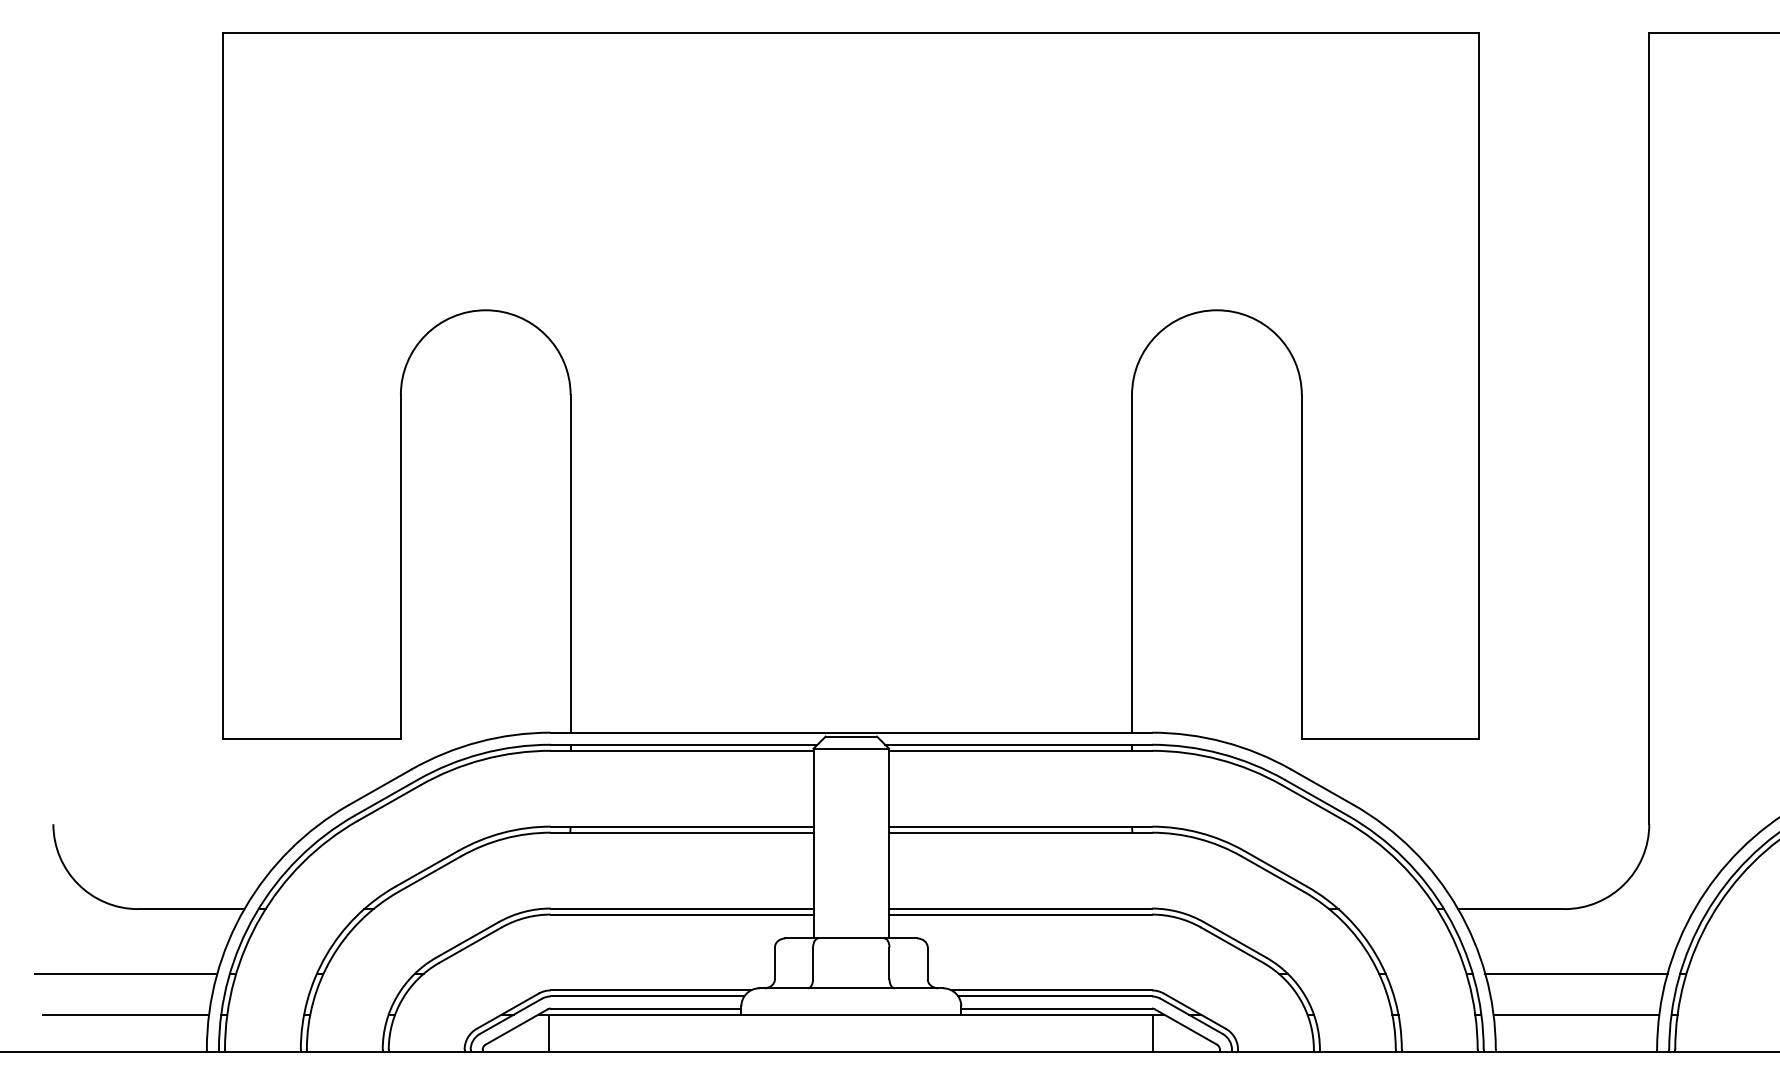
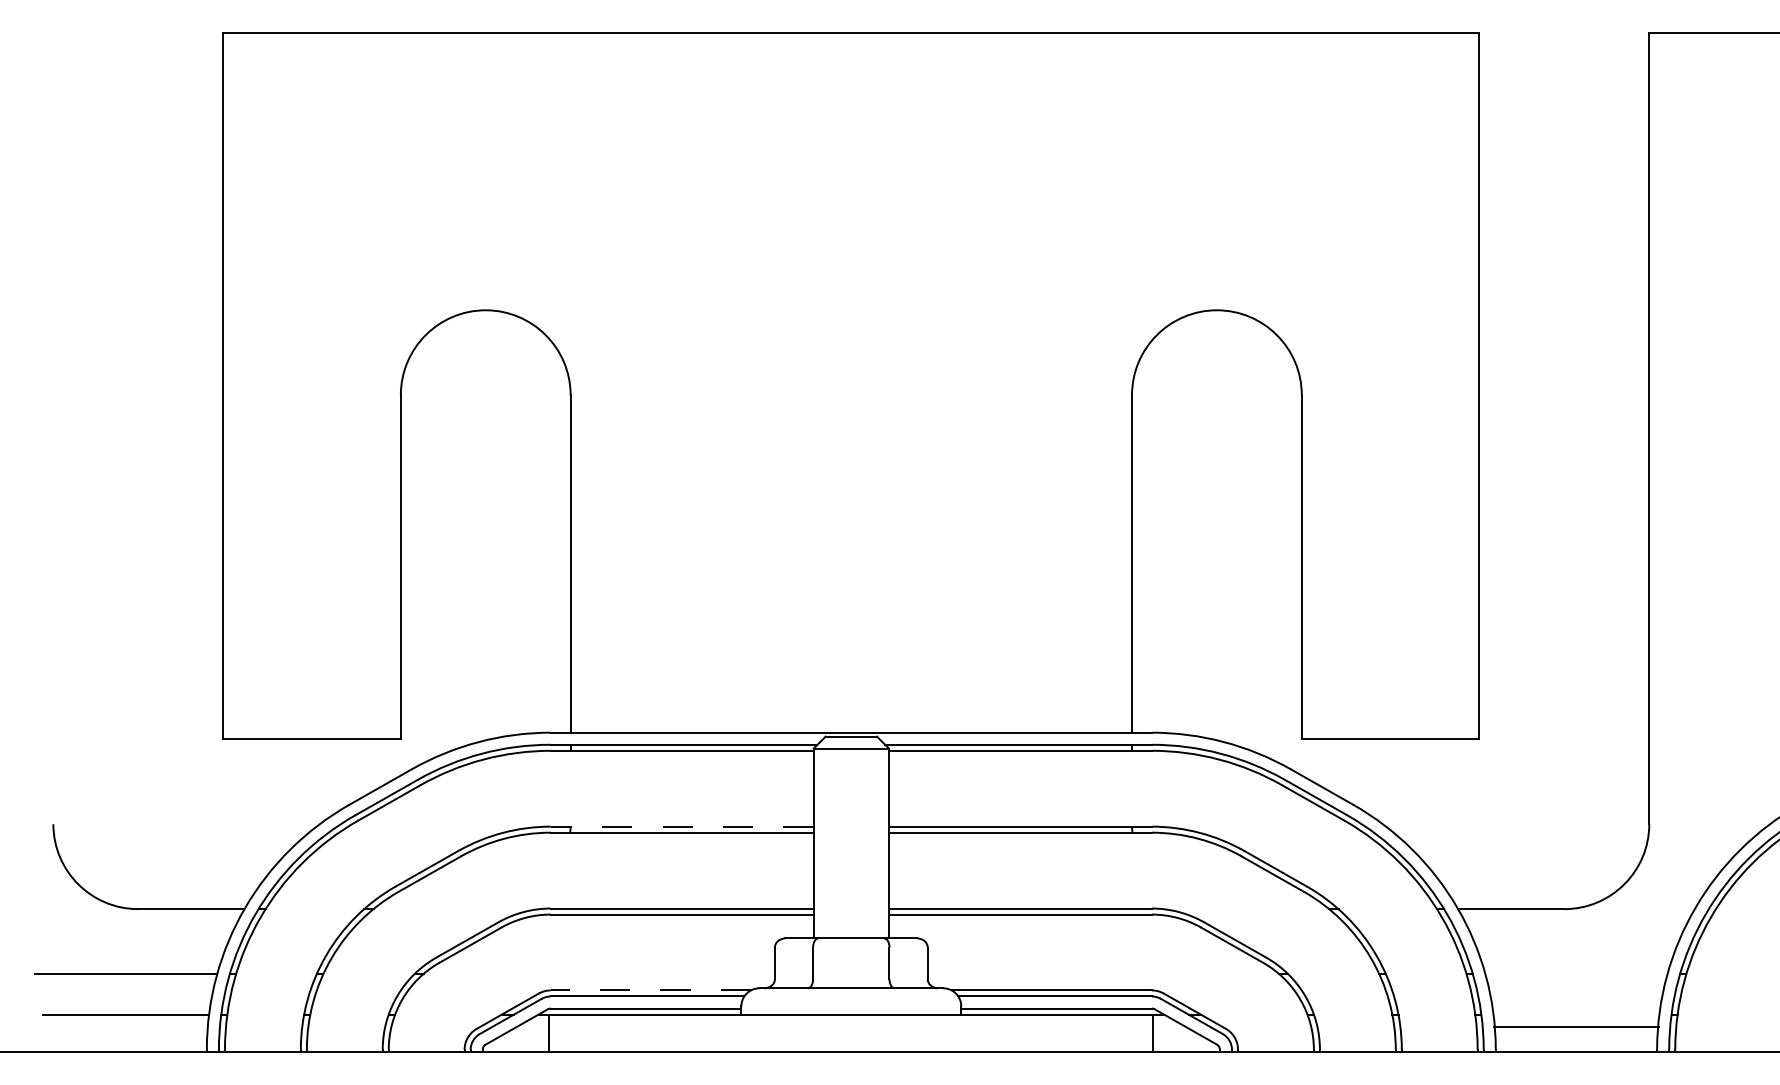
line at (681, 826): solid -> dashed
line at (1576, 973): present -> none
line at (650, 990): solid -> dashed
line at (1576, 1014) position: (1576, 1014) -> (1576, 1026)
